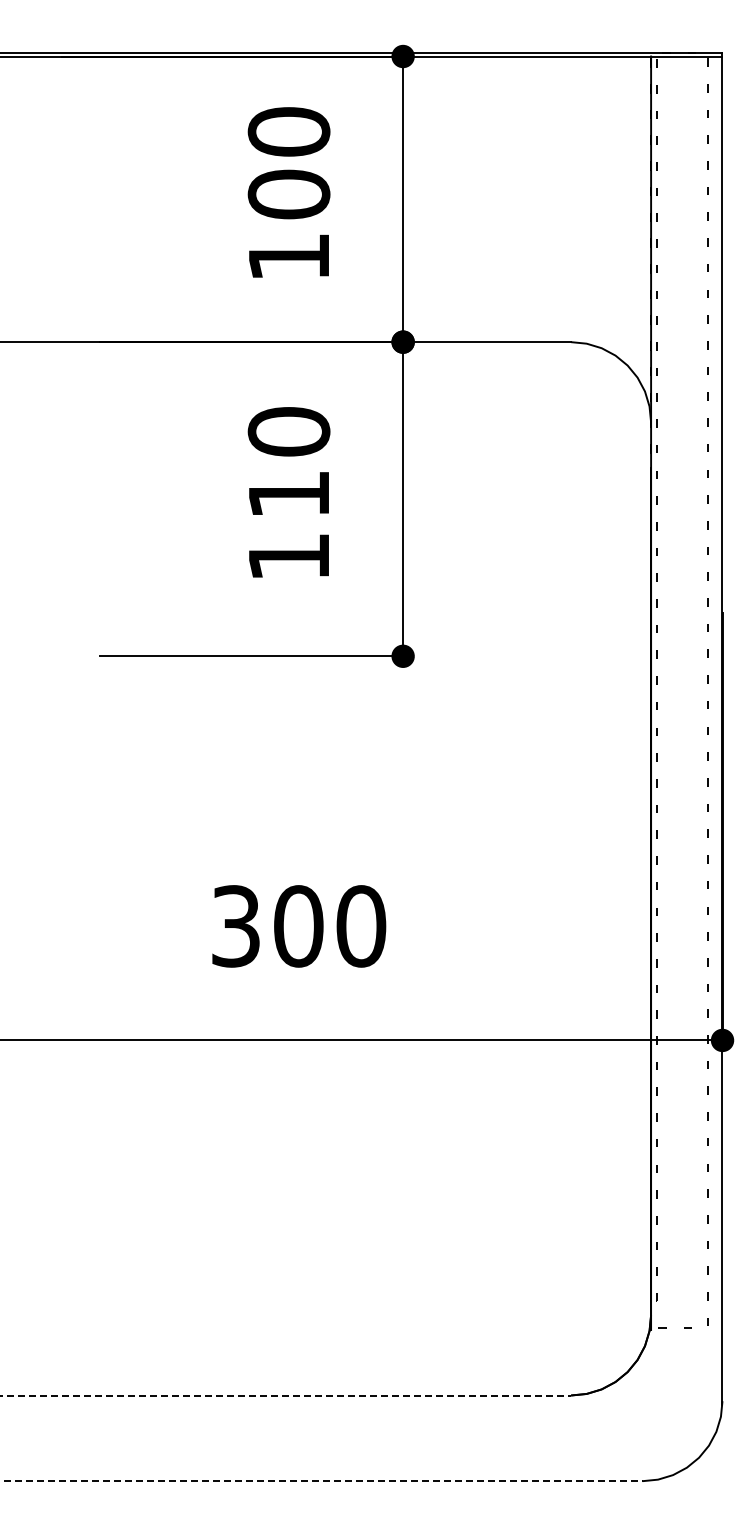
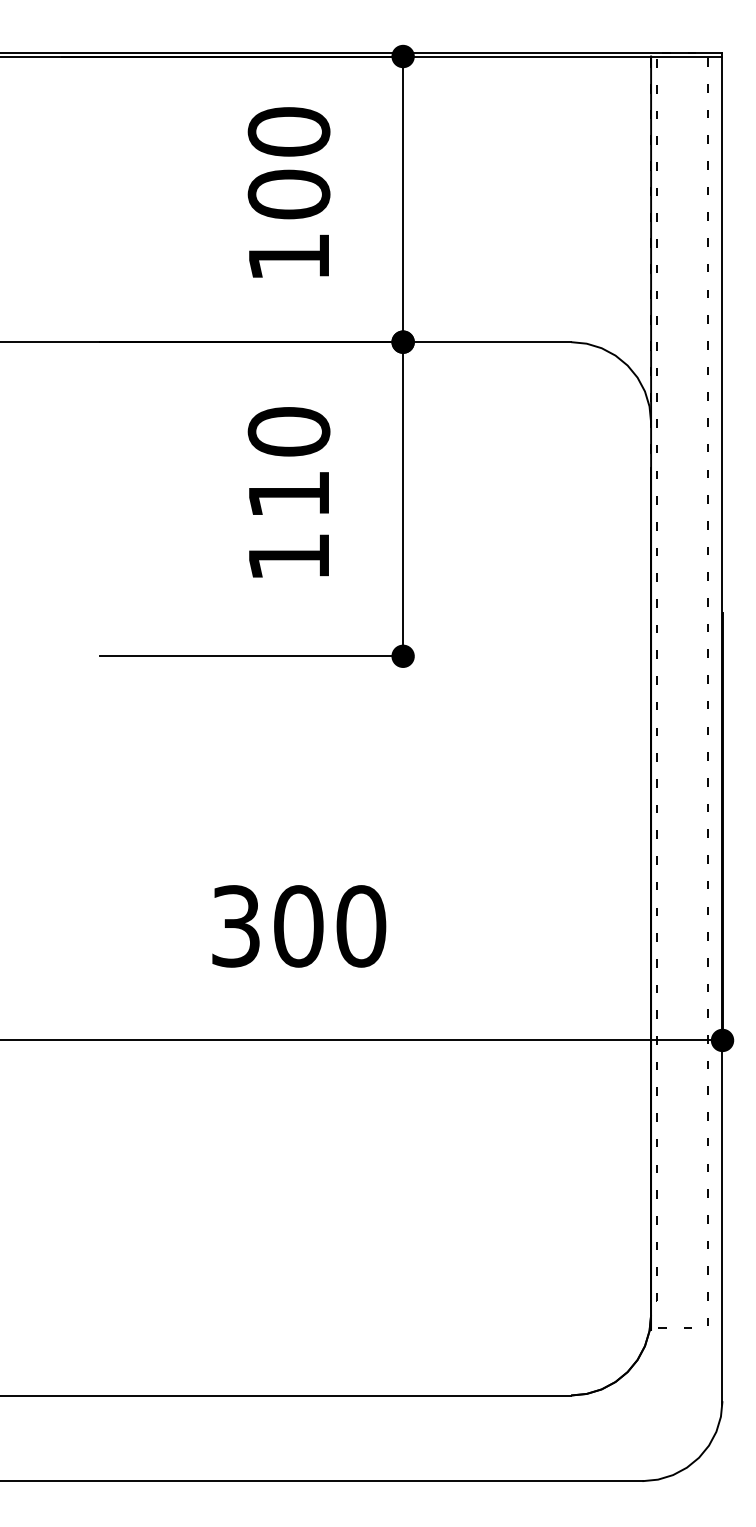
line at (286, 1395): dashed -> solid
line at (321, 1481): dashed -> solid
